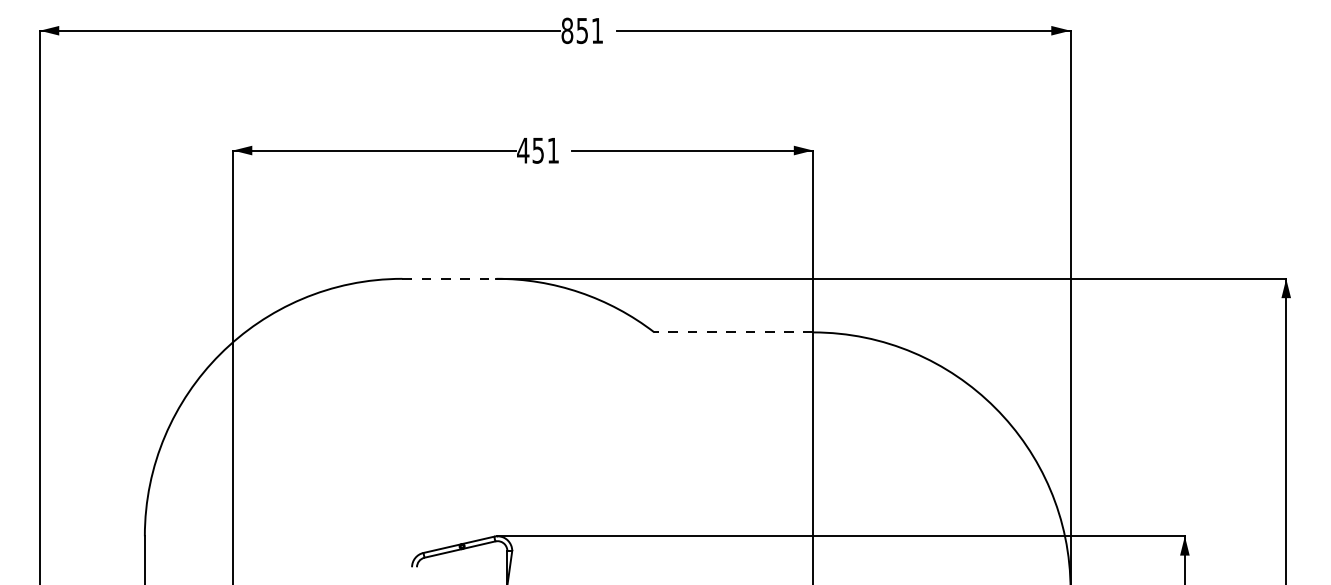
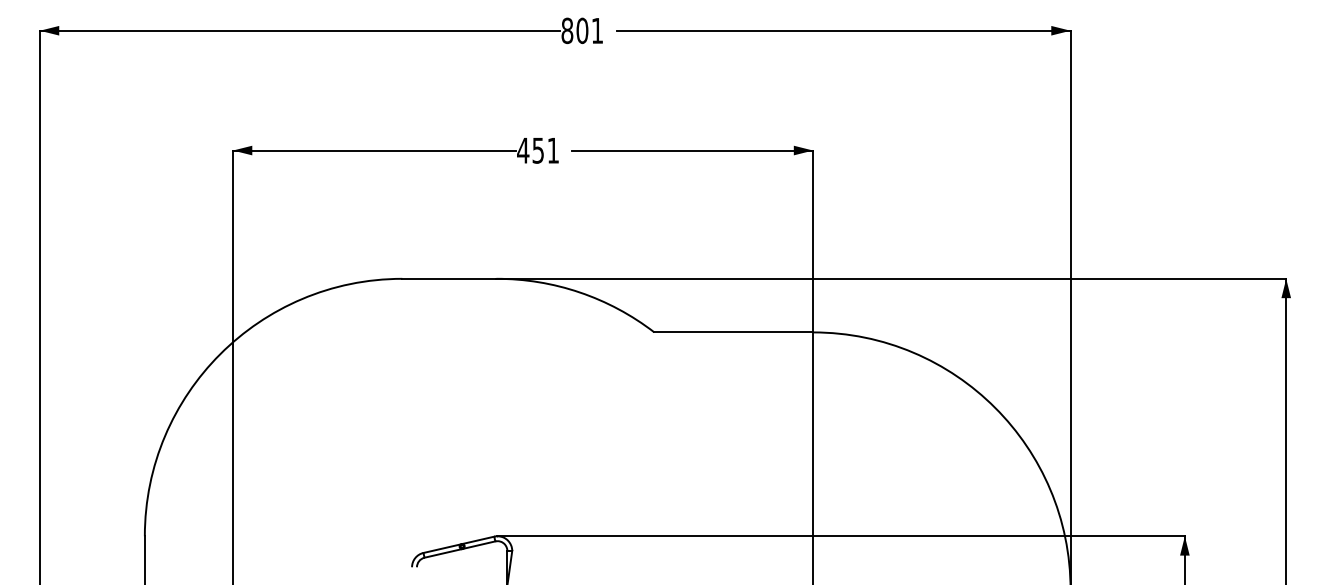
text at (582, 30): 851 -> 801
line at (449, 278): dashed -> solid
line at (733, 332): dashed -> solid
